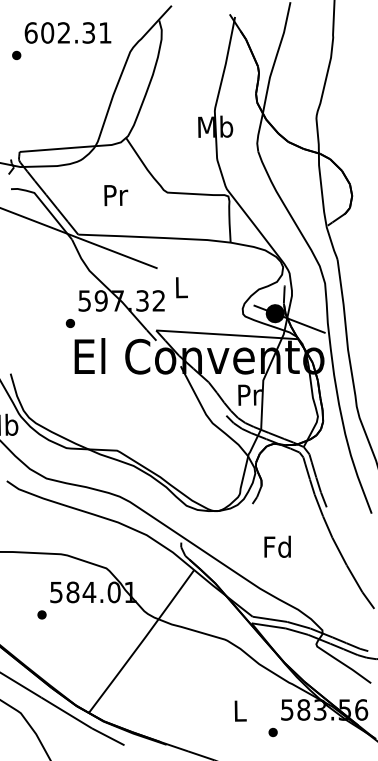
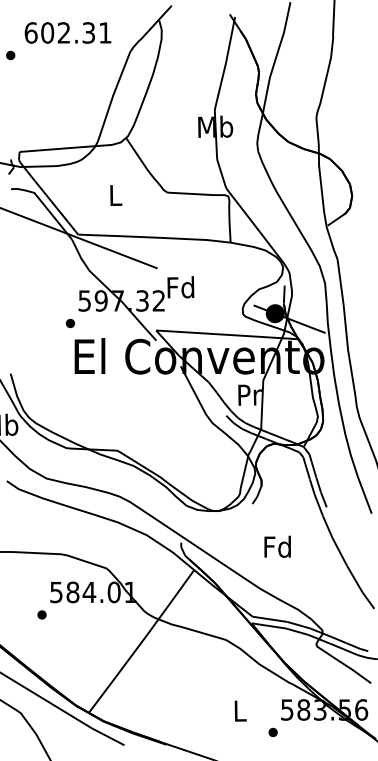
part at (16, 54) position: (16, 54) -> (10, 54)
text at (116, 195): Pr -> L
text at (180, 287): L -> Fd
